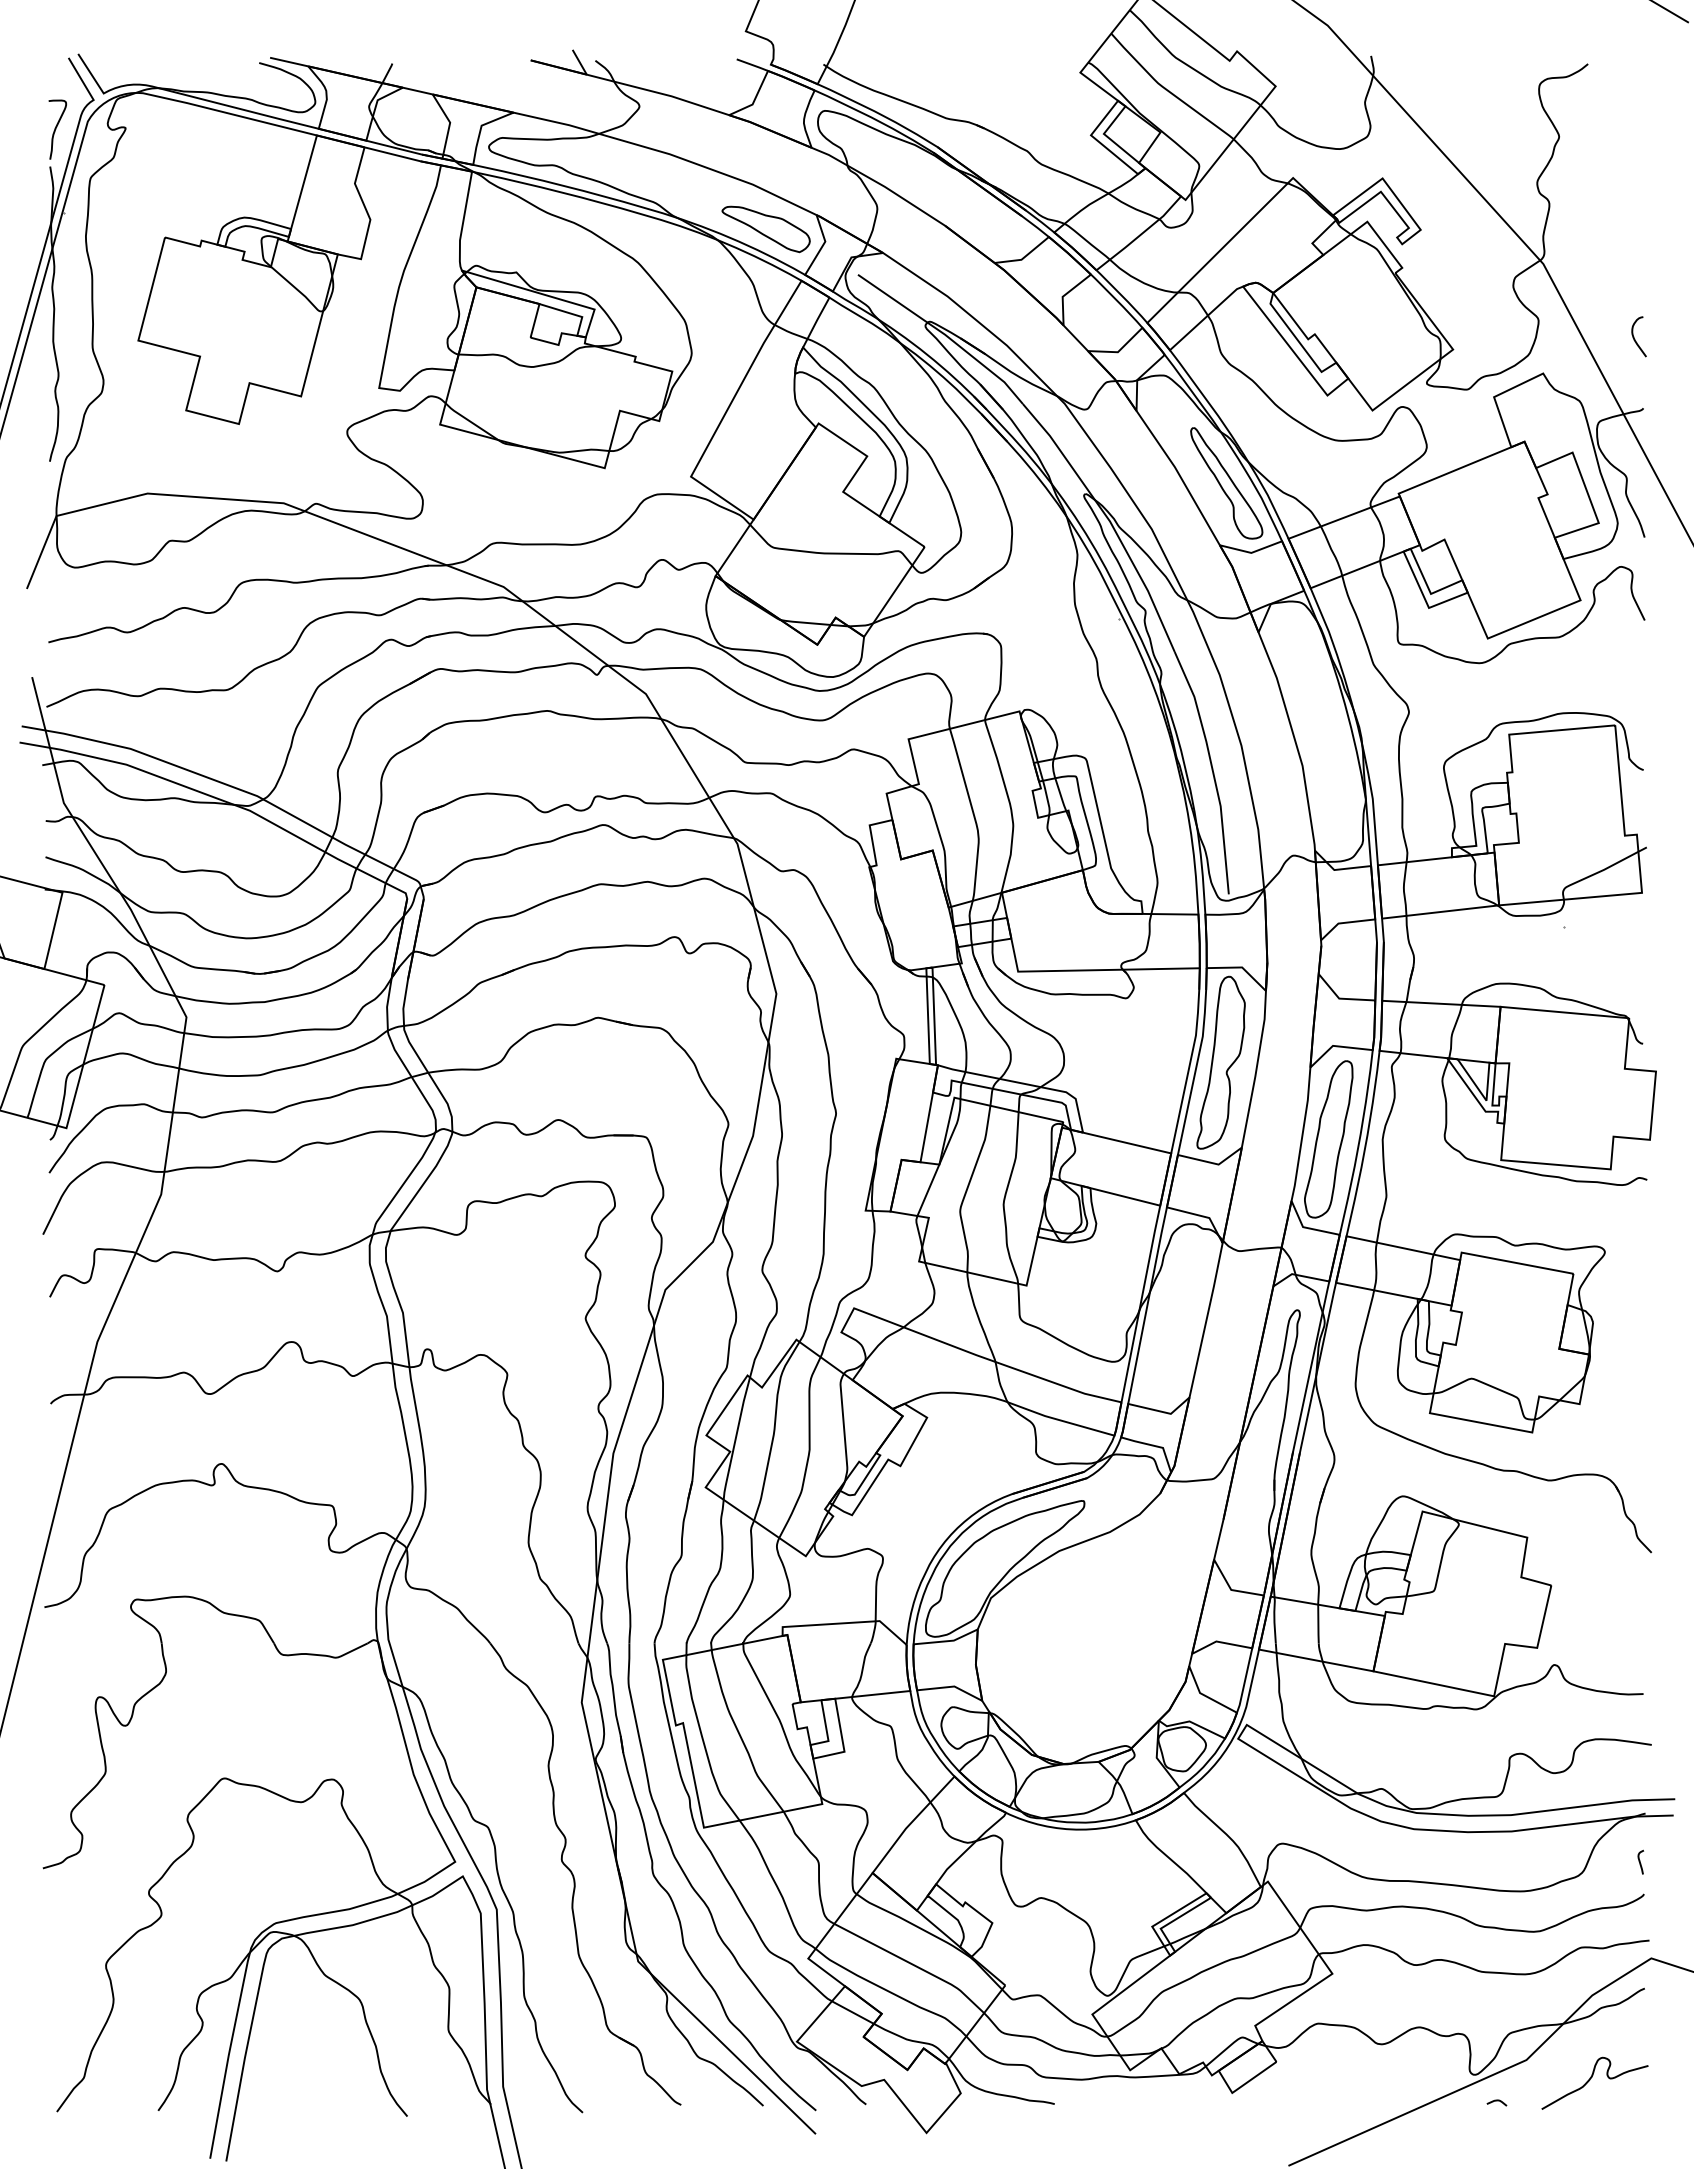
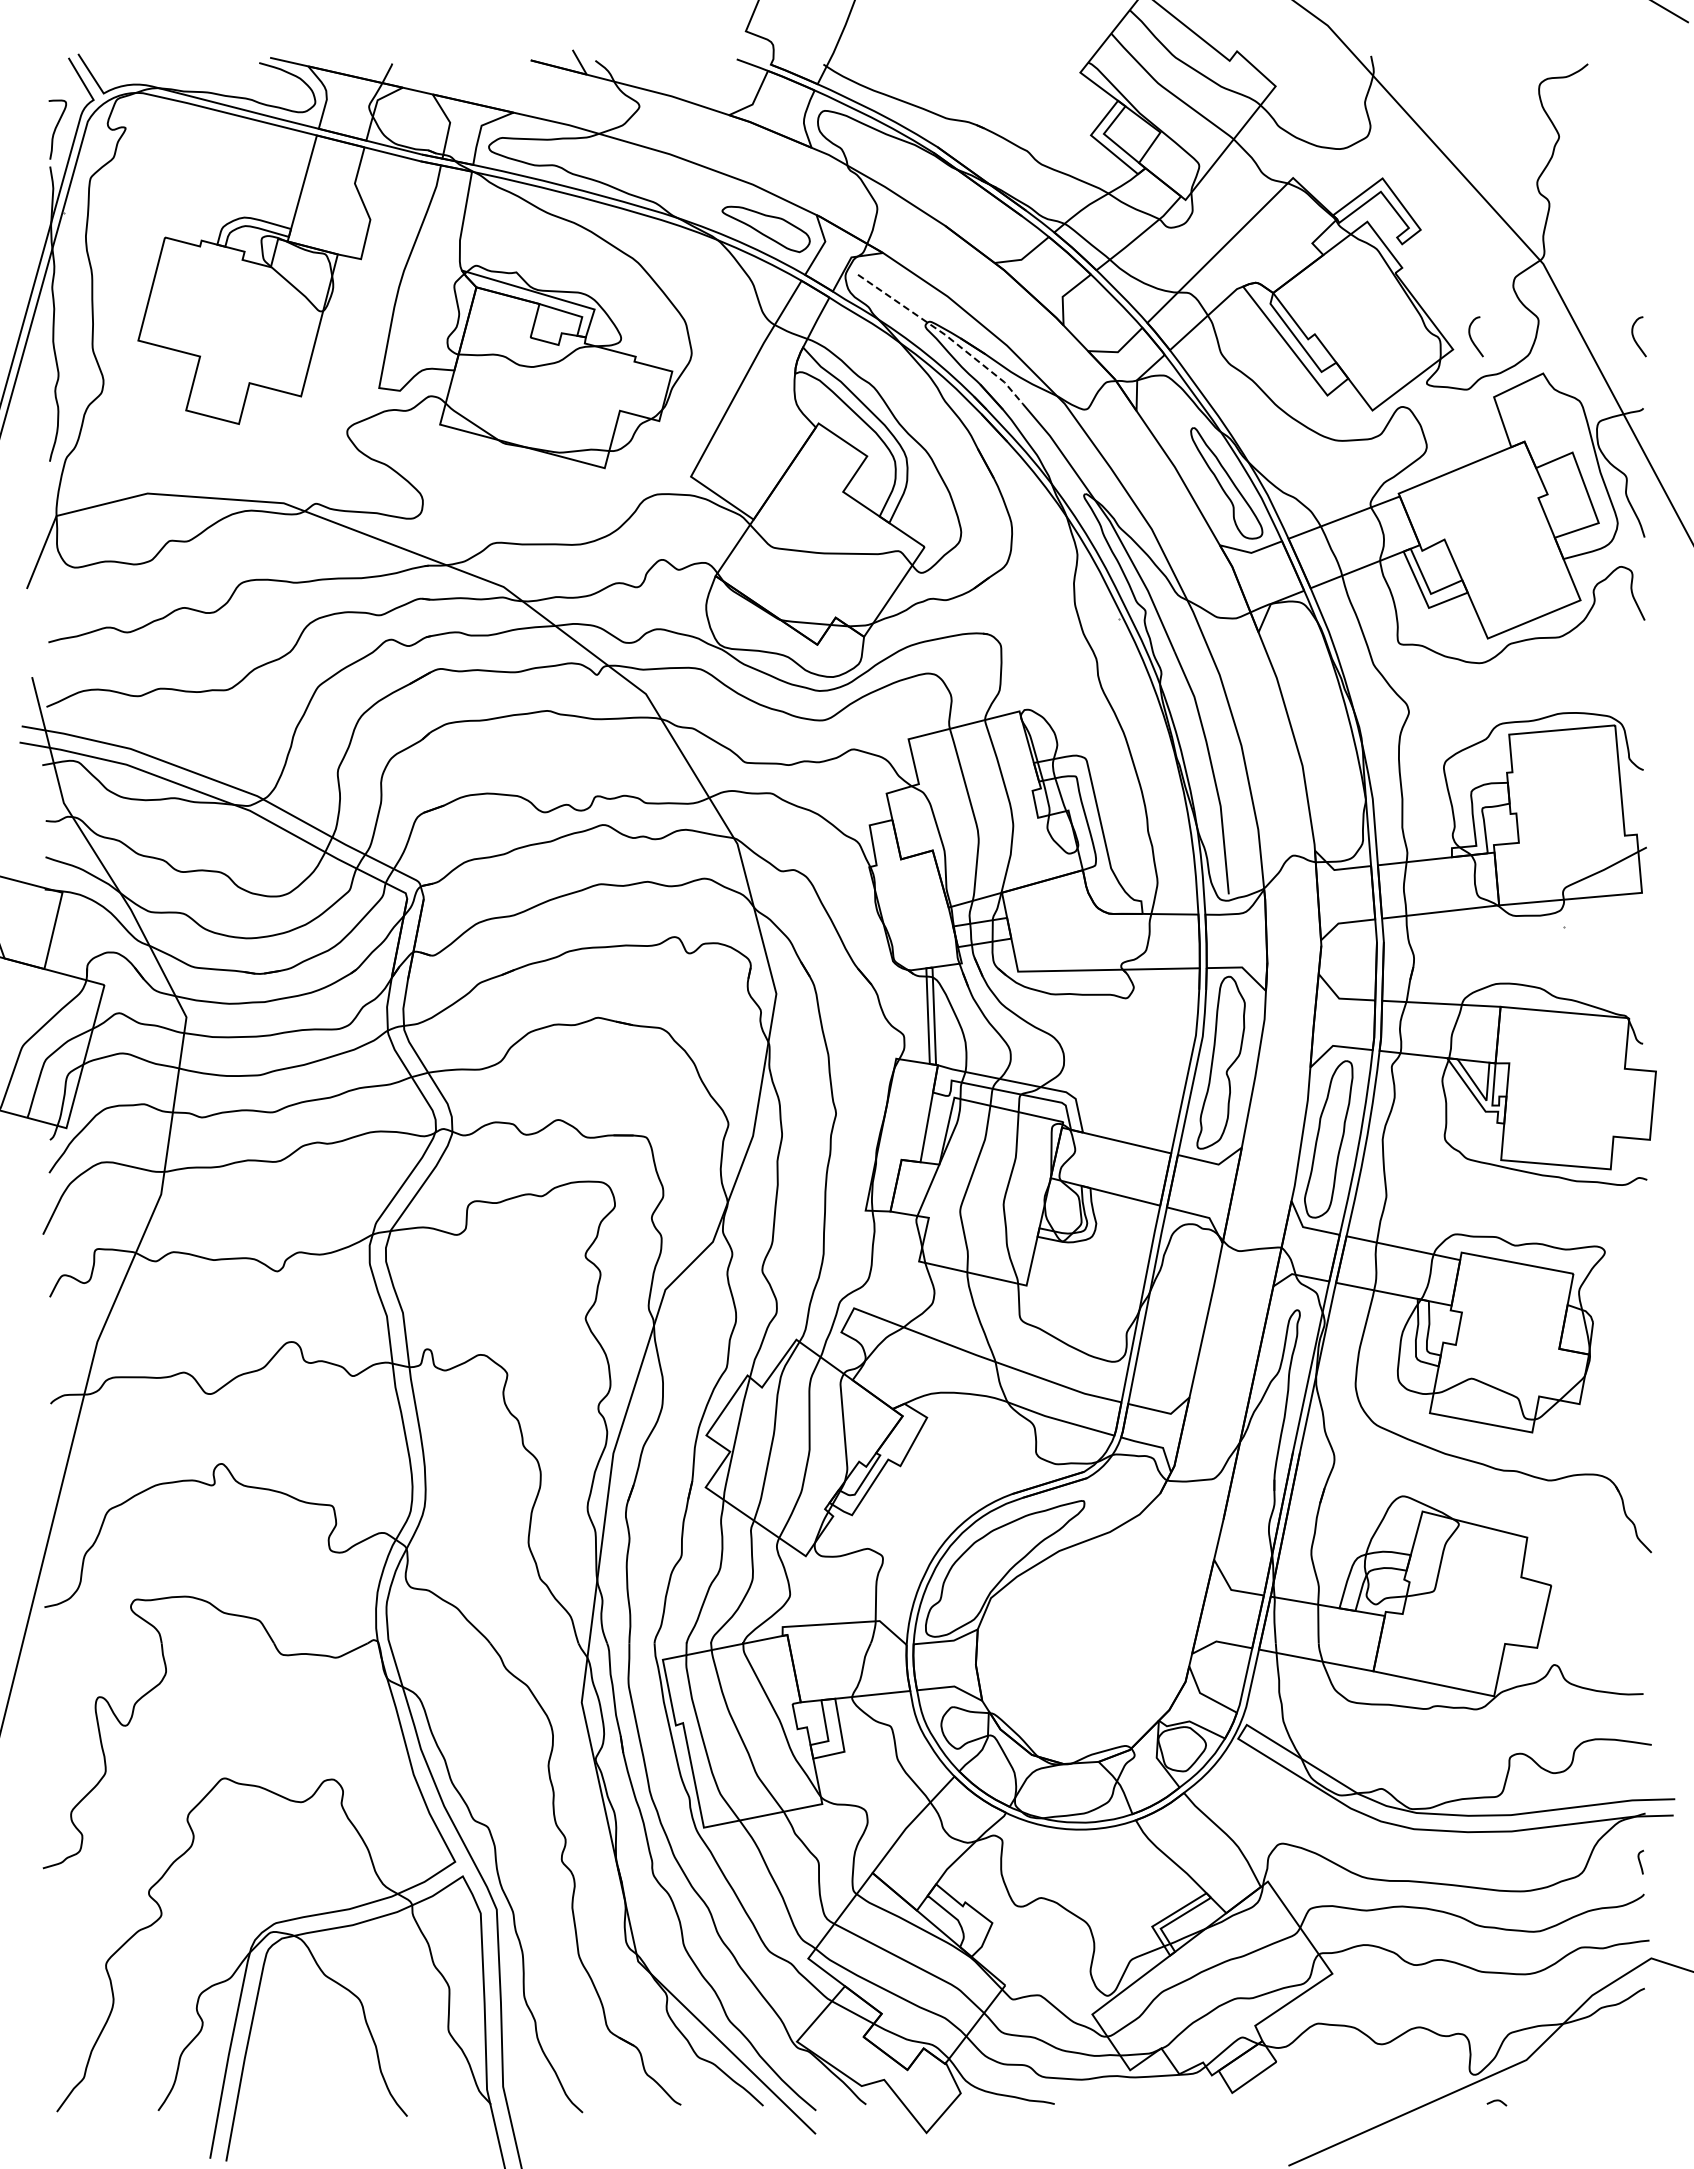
line at (945, 334): solid -> dashed
curve at (1471, 336): none -> present
curve at (1590, 2080): present -> none
